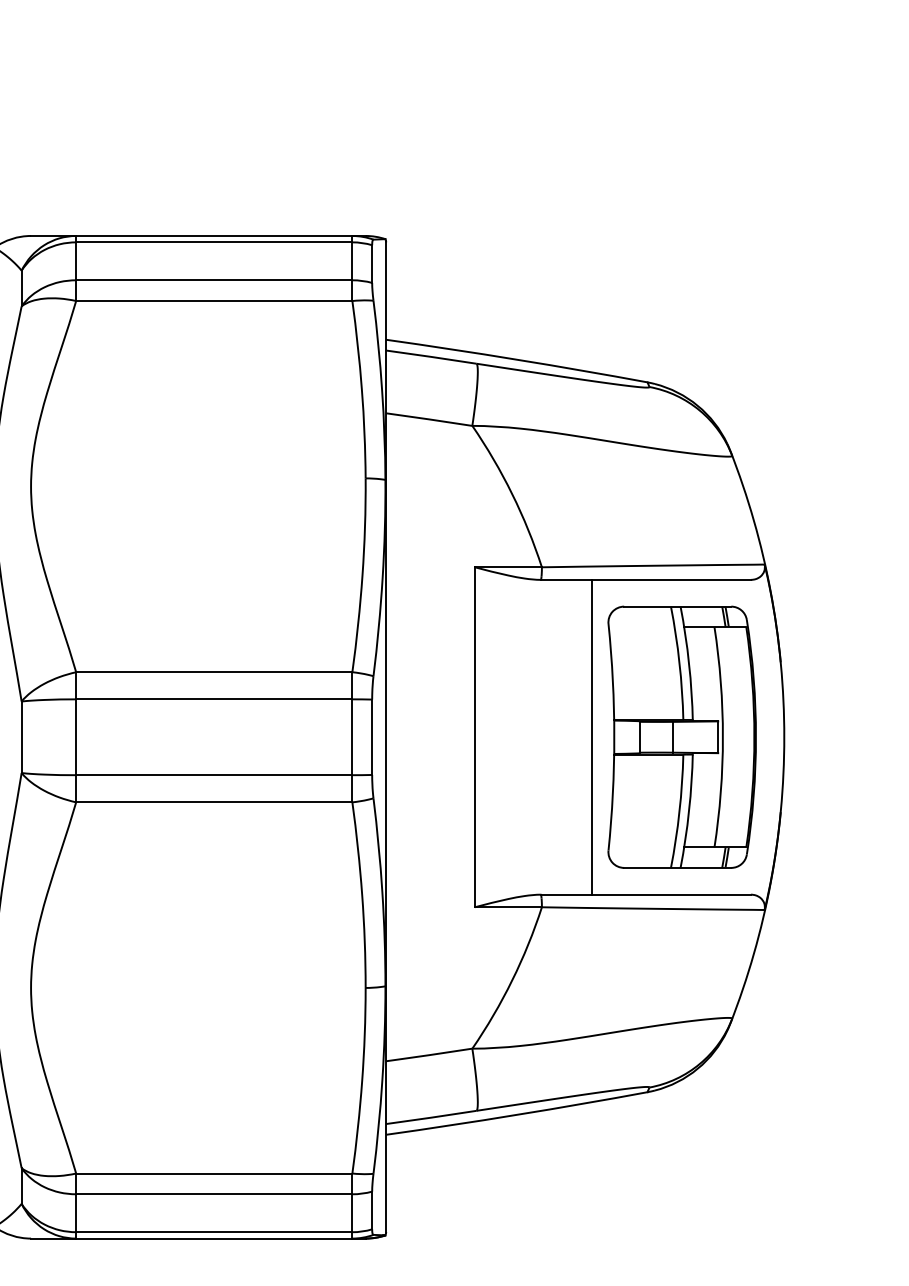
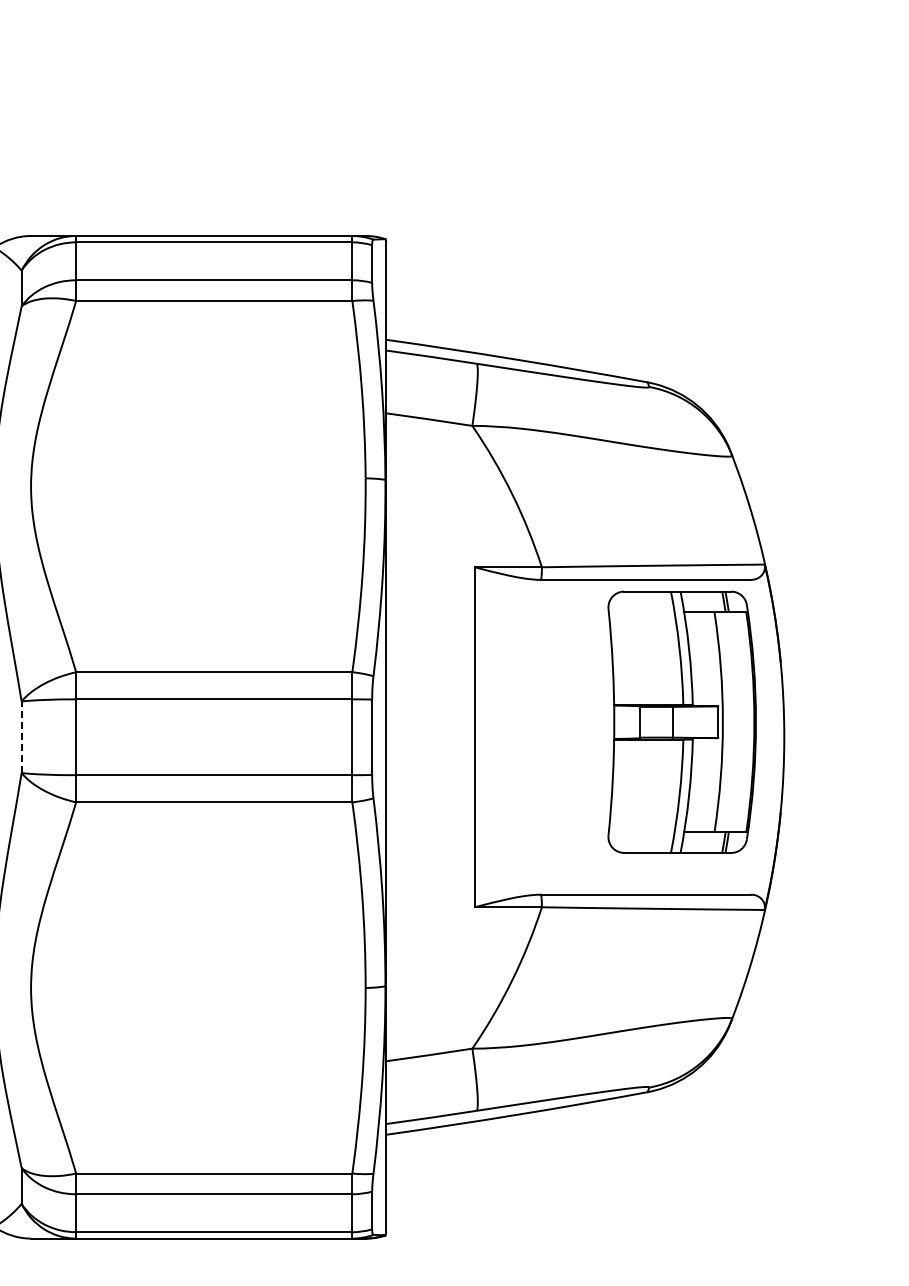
line at (592, 736): present -> none
part at (681, 736) position: (681, 736) -> (681, 721)
line at (21, 737): solid -> dashed
